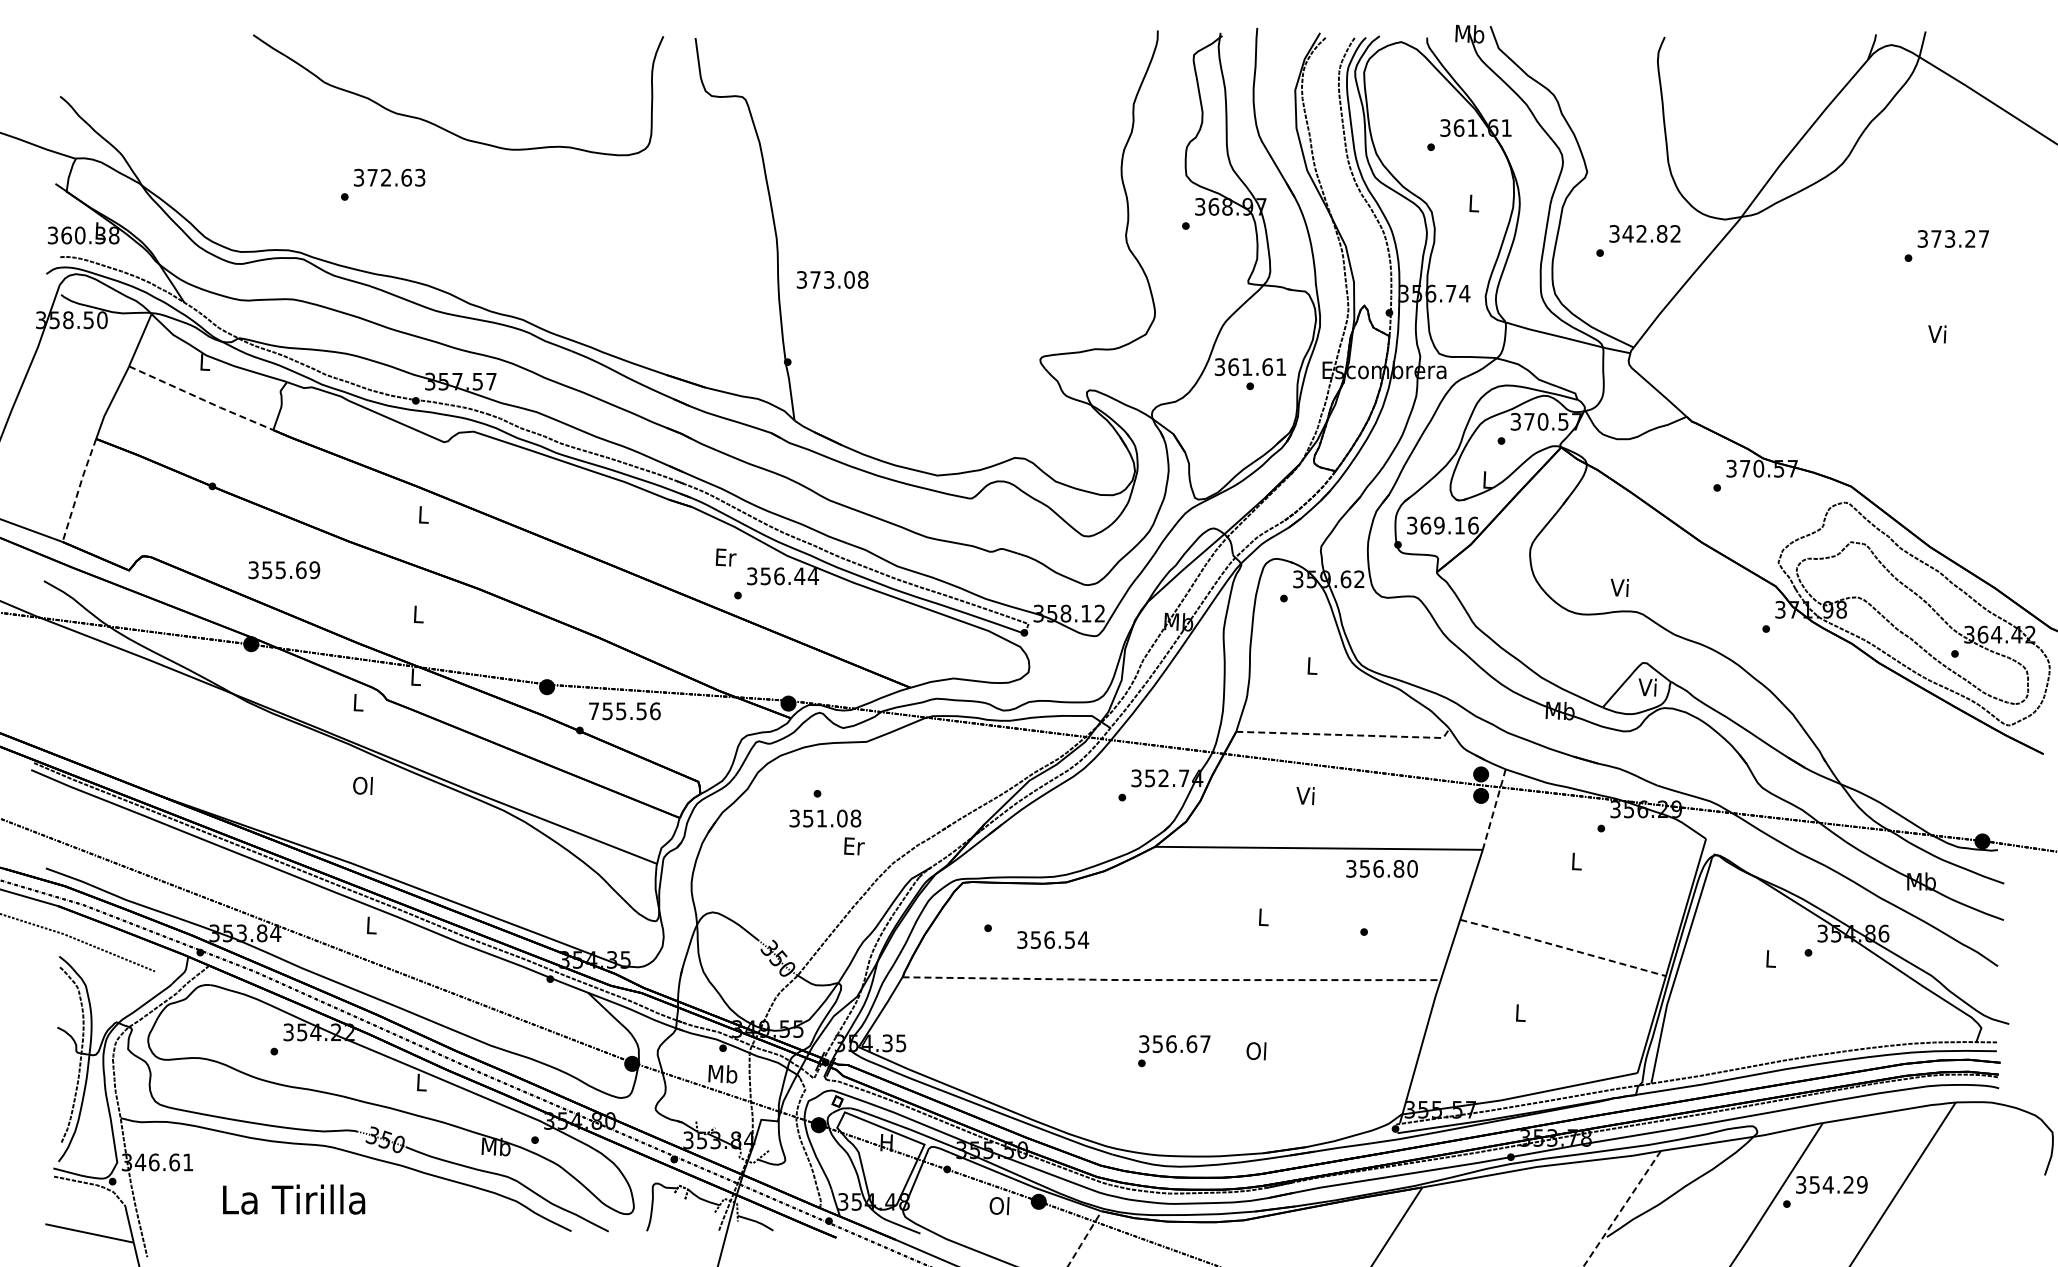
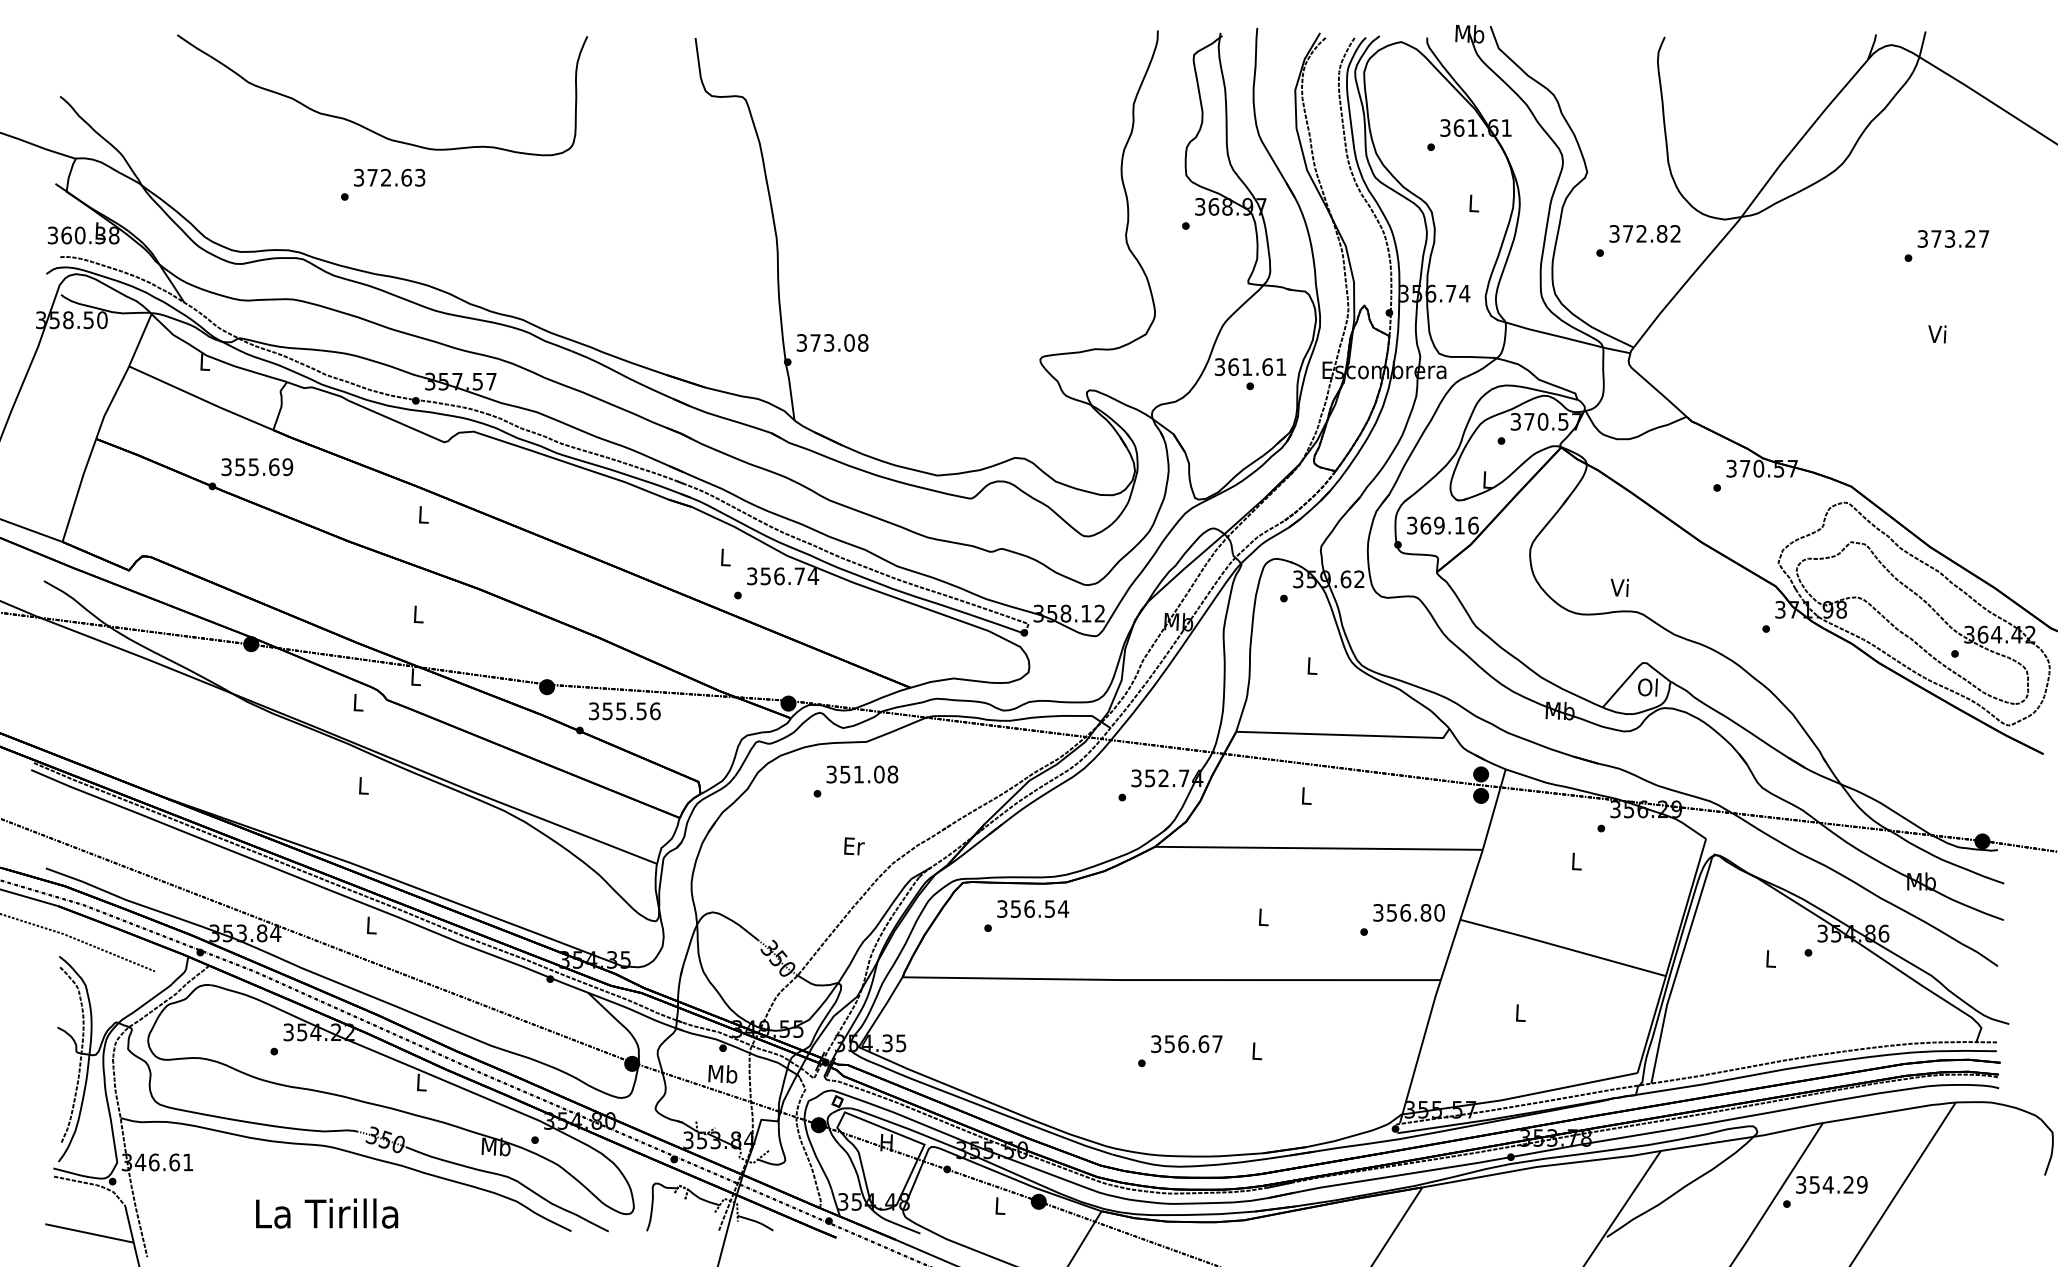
part at (442, 127) position: (442, 127) -> (366, 127)
text at (1627, 233): 342.82 -> 372.82
text at (832, 279) position: (832, 279) -> (832, 342)
line at (201, 399): dashed -> solid
line at (78, 489): dashed -> solid
text at (725, 557): Er -> L
text at (284, 570) position: (284, 570) -> (257, 467)
text at (799, 575): 356.44 -> 356.74
text at (1647, 687): Vi -> Ol
text at (594, 711): 755.56 -> 355.56
line at (1346, 735): dashed -> solid
text at (362, 785): Ol -> L
text at (1305, 796): Vi -> L
line at (1494, 809): dashed -> solid
text at (825, 818) position: (825, 818) -> (862, 774)
text at (1381, 868) position: (1381, 868) -> (1408, 912)
text at (1053, 939) position: (1053, 939) -> (1033, 908)
line at (1562, 947): dashed -> solid
line at (1171, 980): dashed -> solid
text at (1174, 1044) position: (1174, 1044) -> (1186, 1044)
text at (1256, 1051): Ol -> L
text at (294, 1199) position: (294, 1199) -> (327, 1213)
text at (999, 1206): Ol -> L
line at (1622, 1208): dashed -> solid
line at (1084, 1239): dashed -> solid
